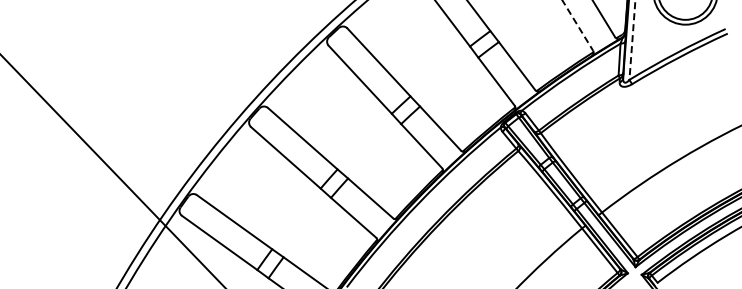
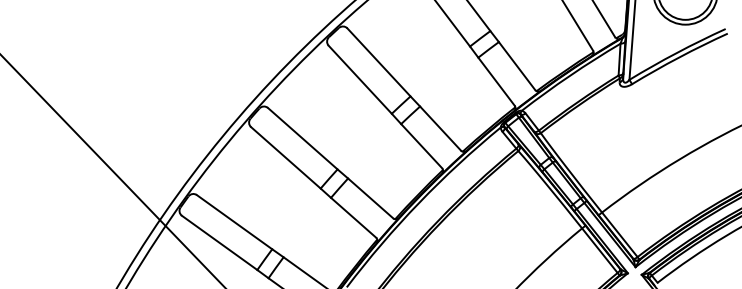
line at (577, 25): dashed -> solid
line at (632, 40): dashed -> solid
